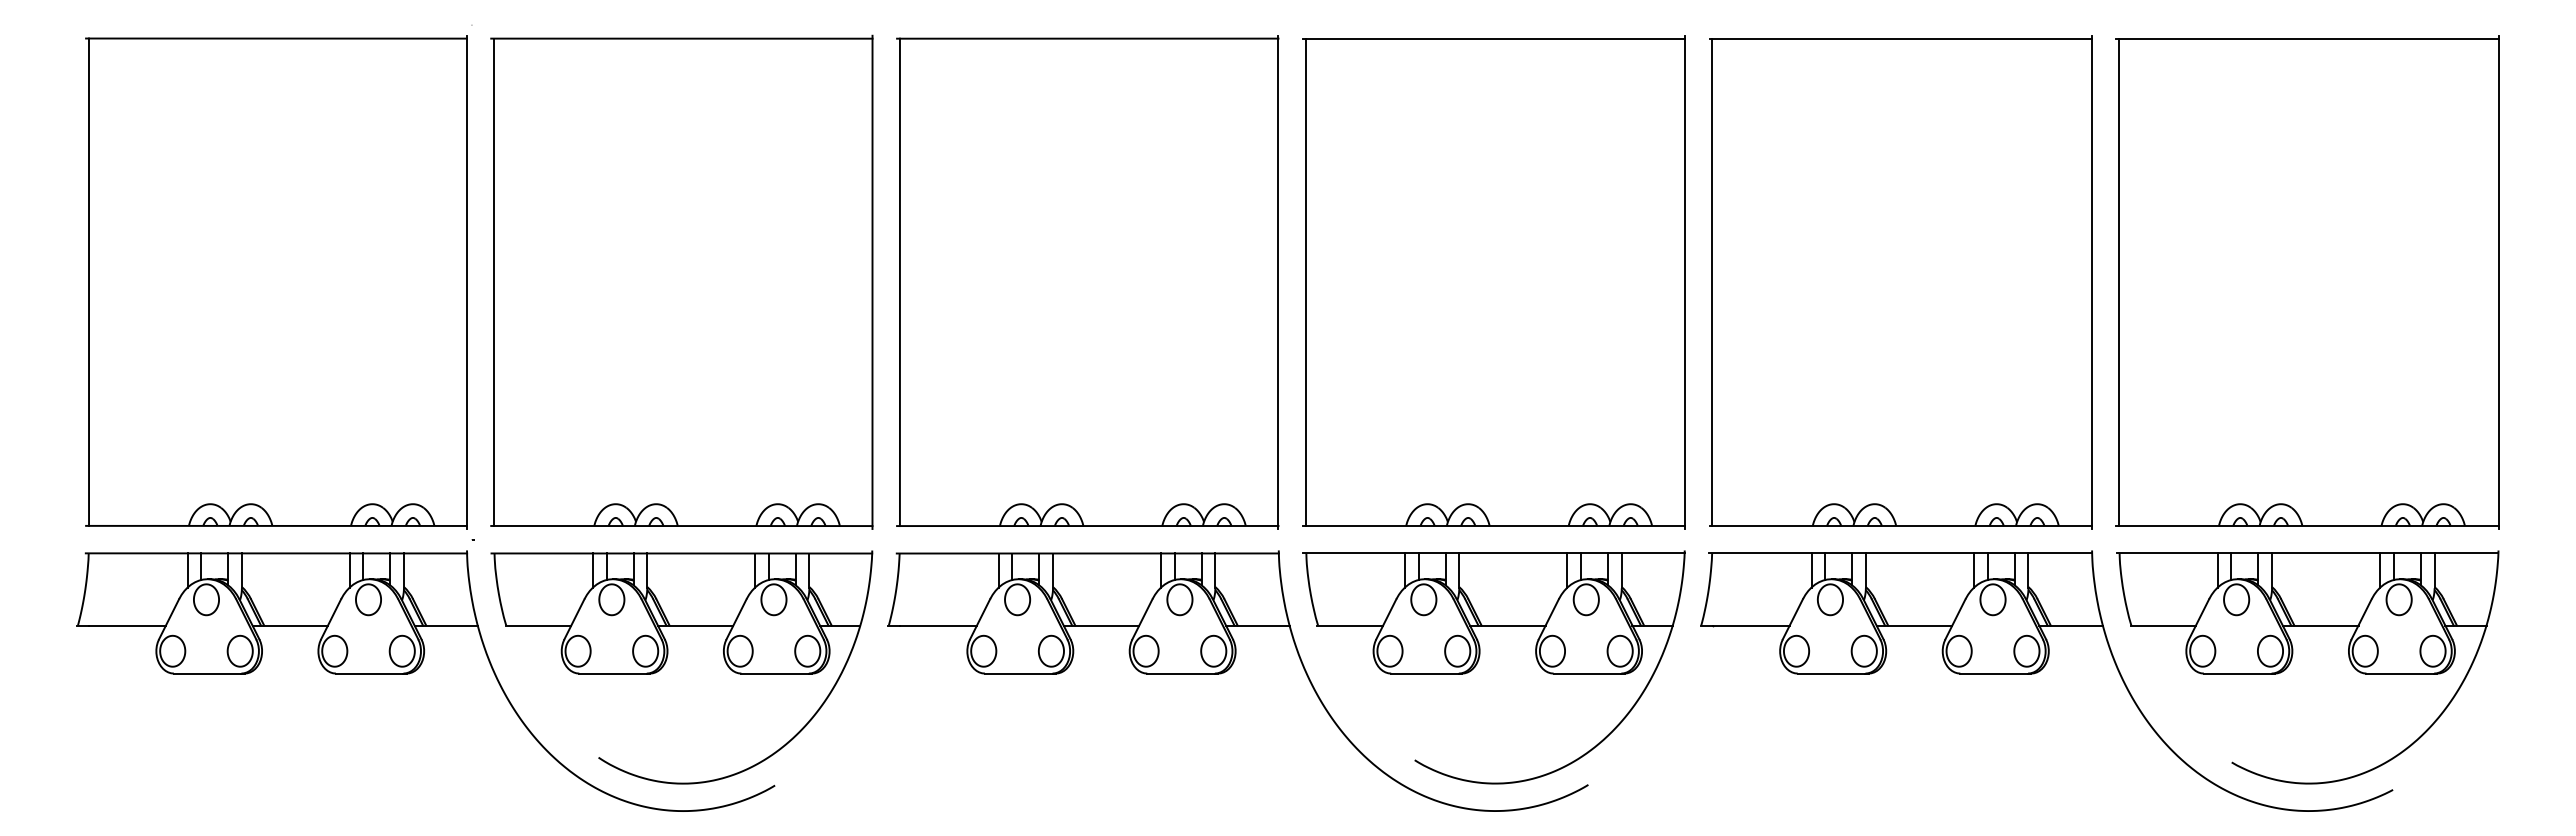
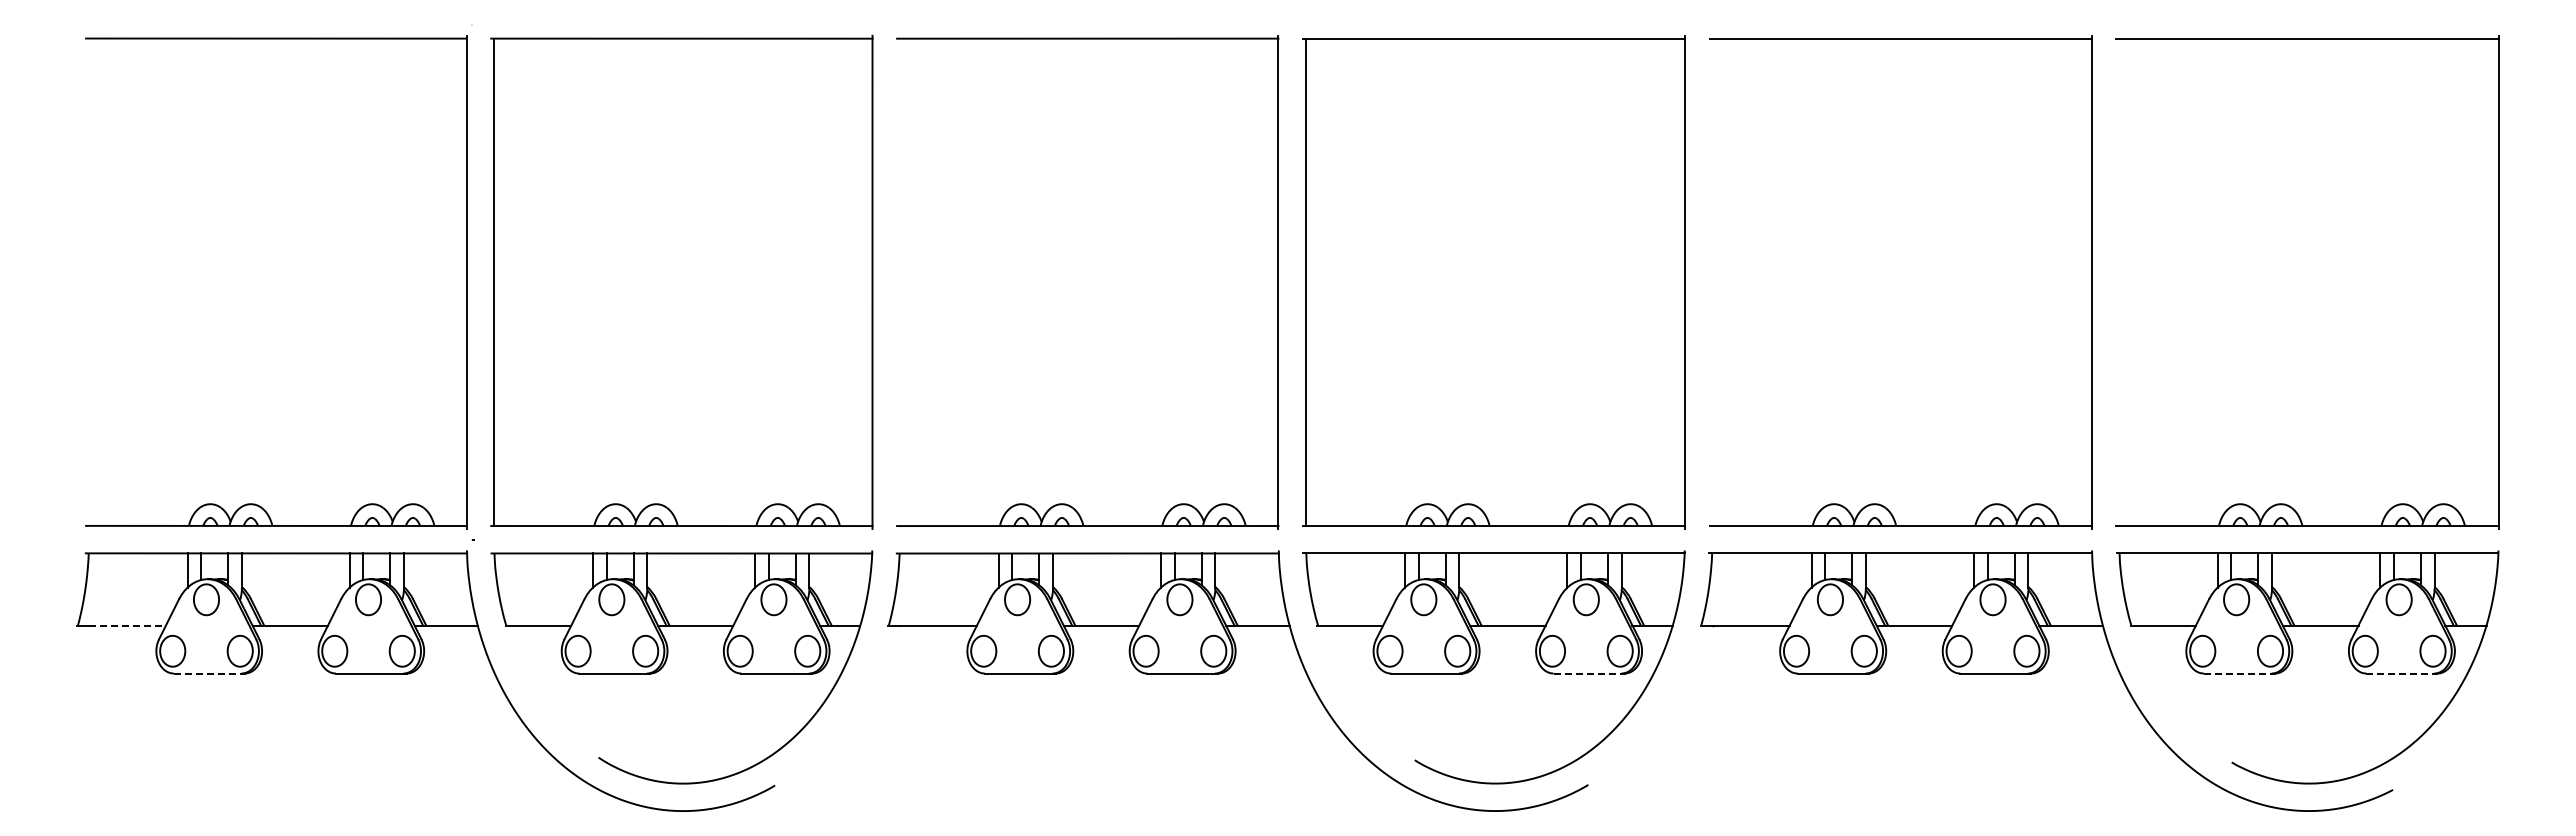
line at (88, 281): present -> none
line at (1712, 281): present -> none
line at (2119, 281): present -> none
line at (899, 282): present -> none
line at (128, 625): solid -> dashed
line at (207, 673): solid -> dashed
line at (1587, 673): solid -> dashed
line at (2237, 673): solid -> dashed
line at (2400, 673): solid -> dashed
